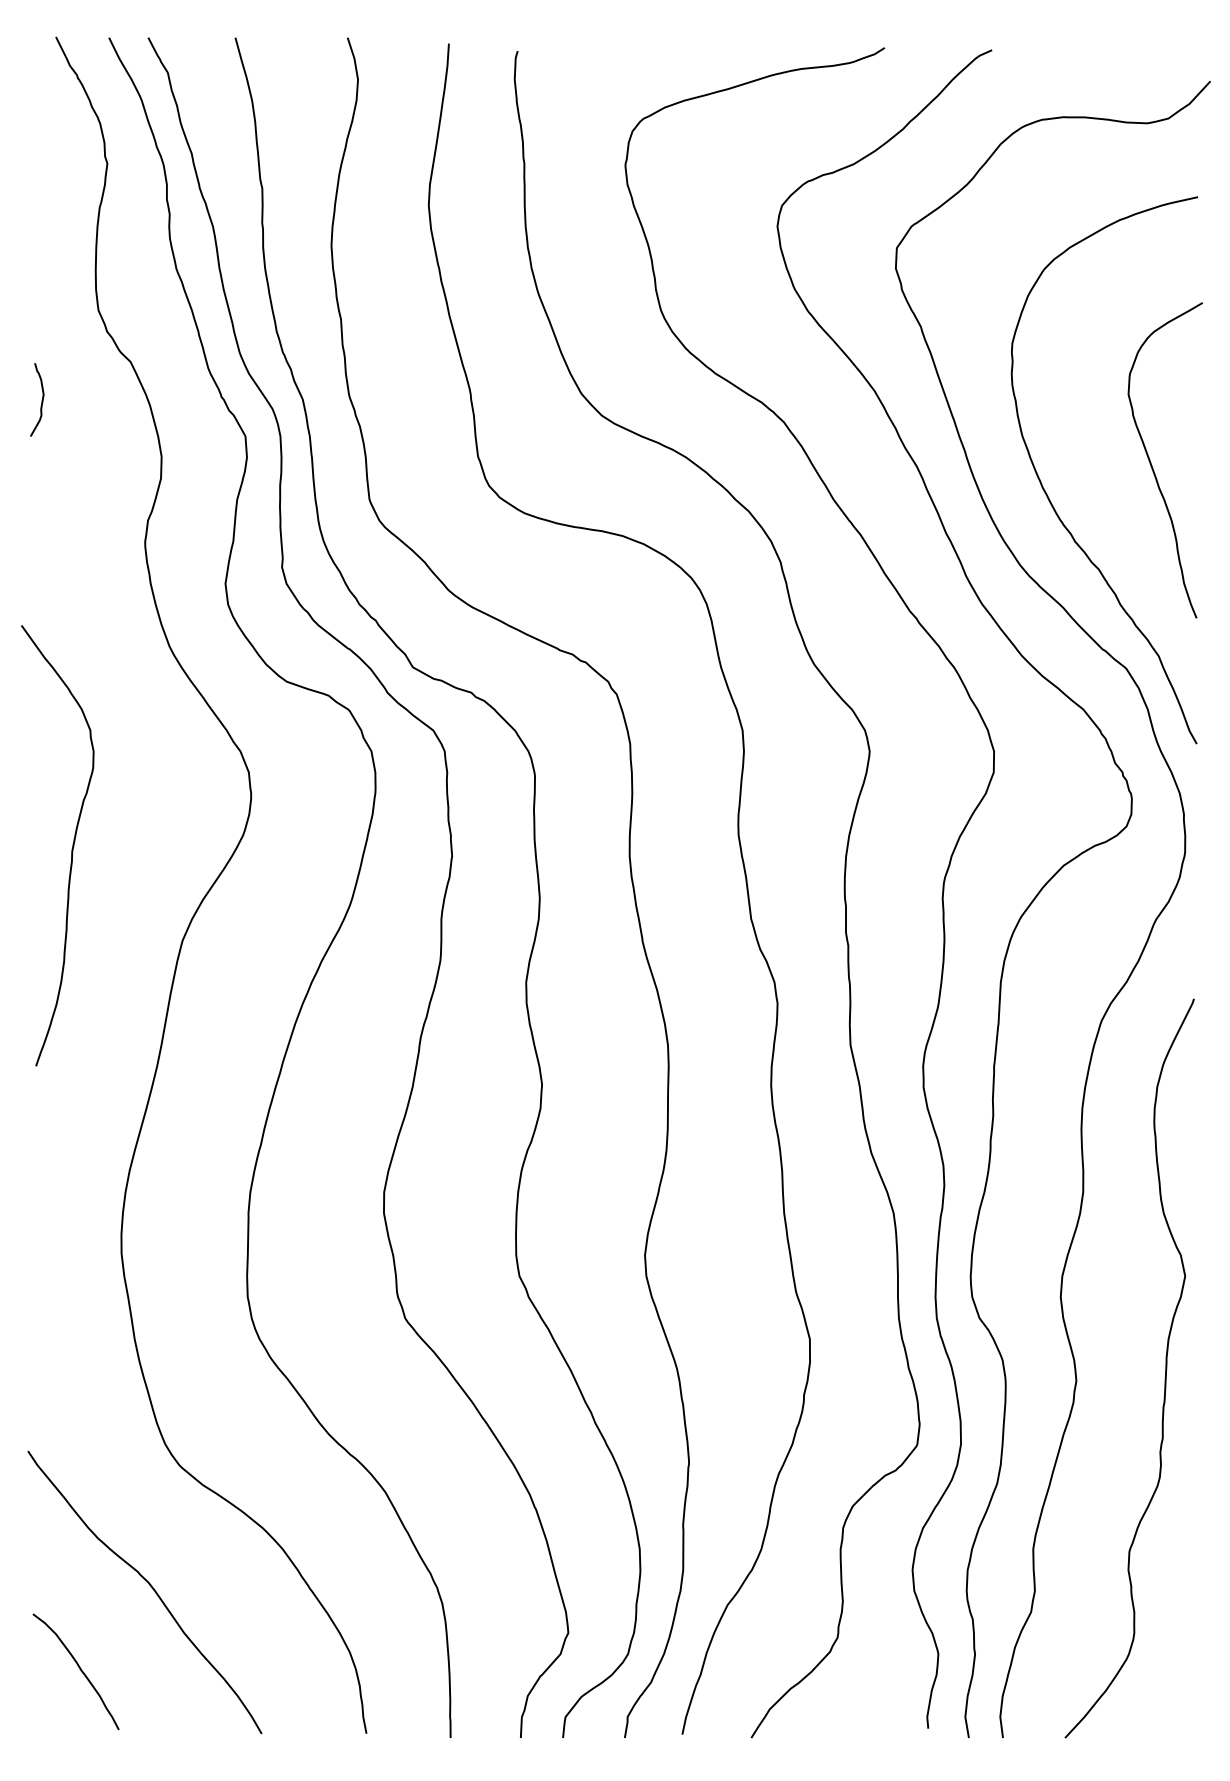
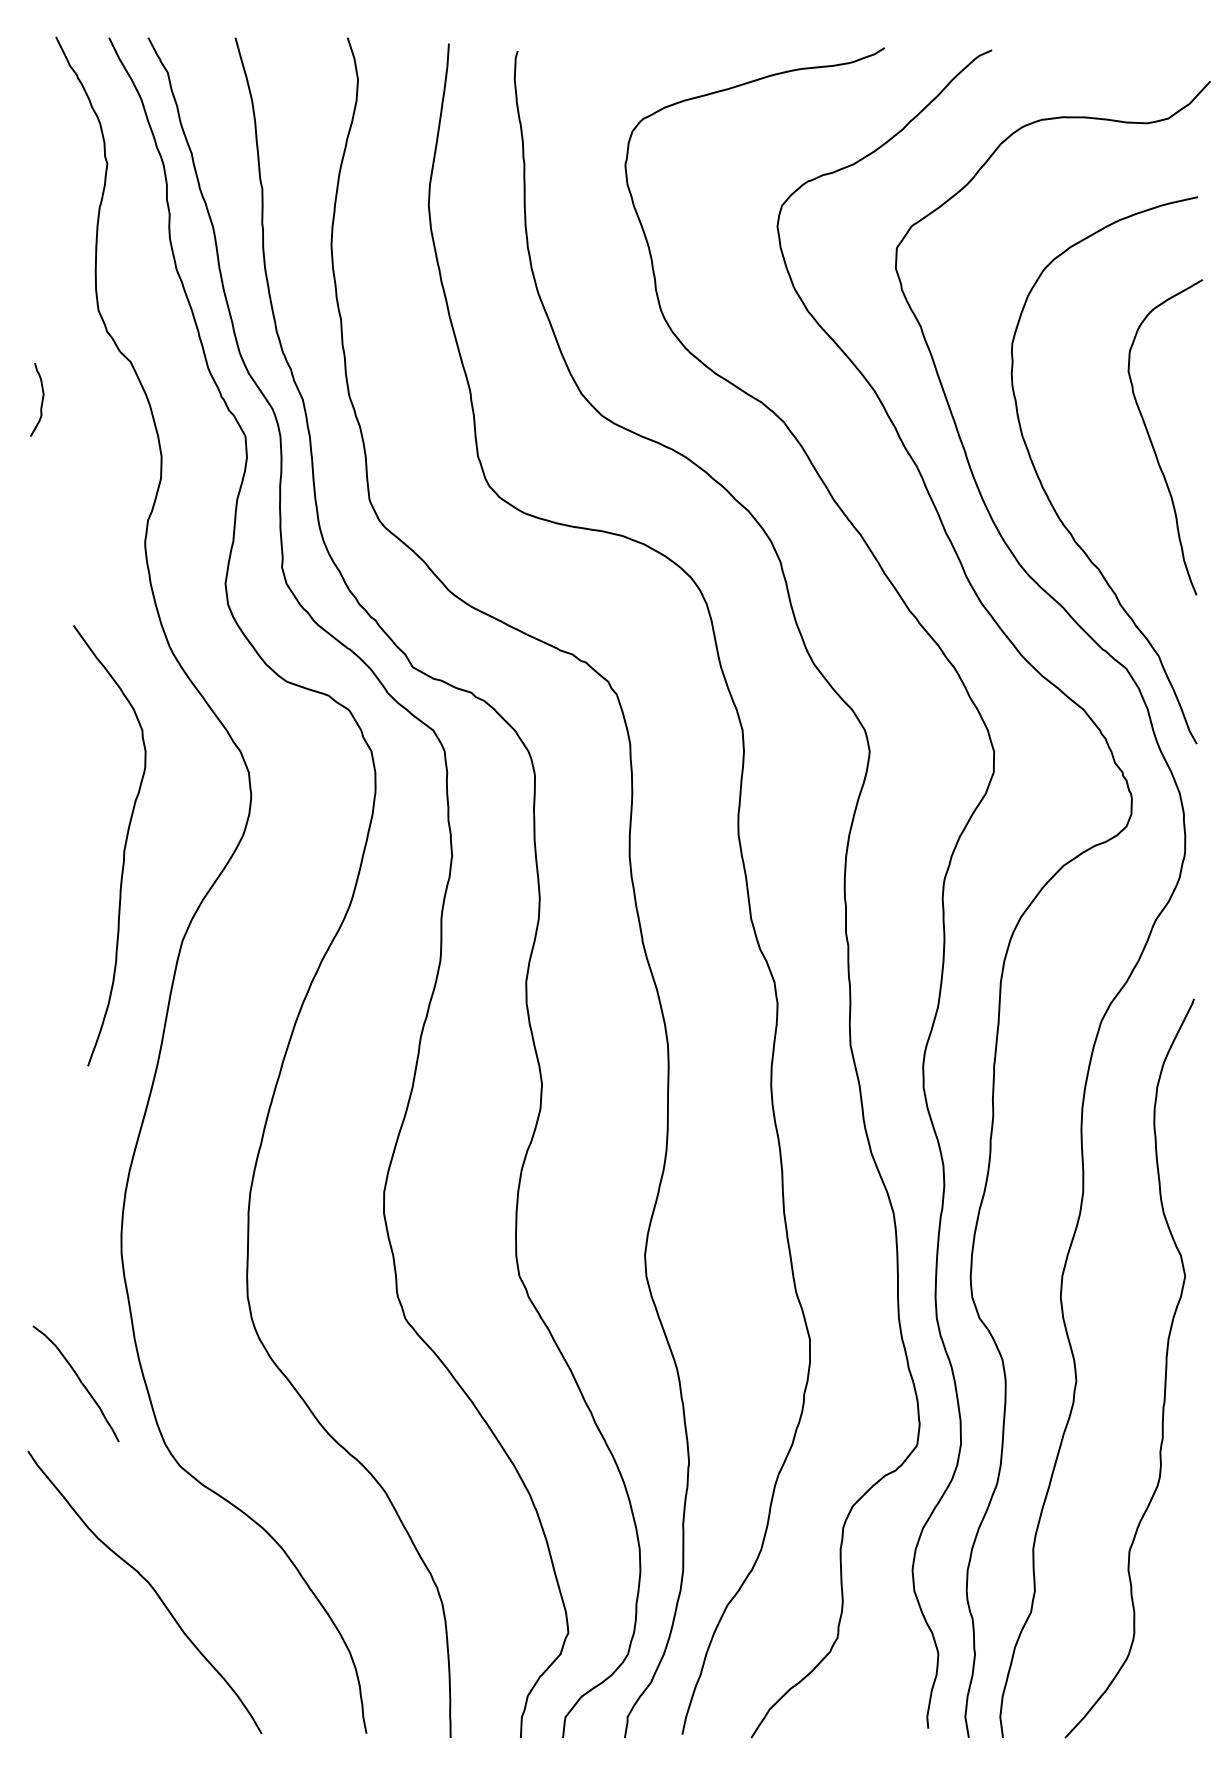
curve at (1152, 465) position: (1152, 465) -> (1152, 442)
curve at (71, 849) position: (71, 849) -> (123, 849)
curve at (79, 1669) position: (79, 1669) -> (79, 1381)
